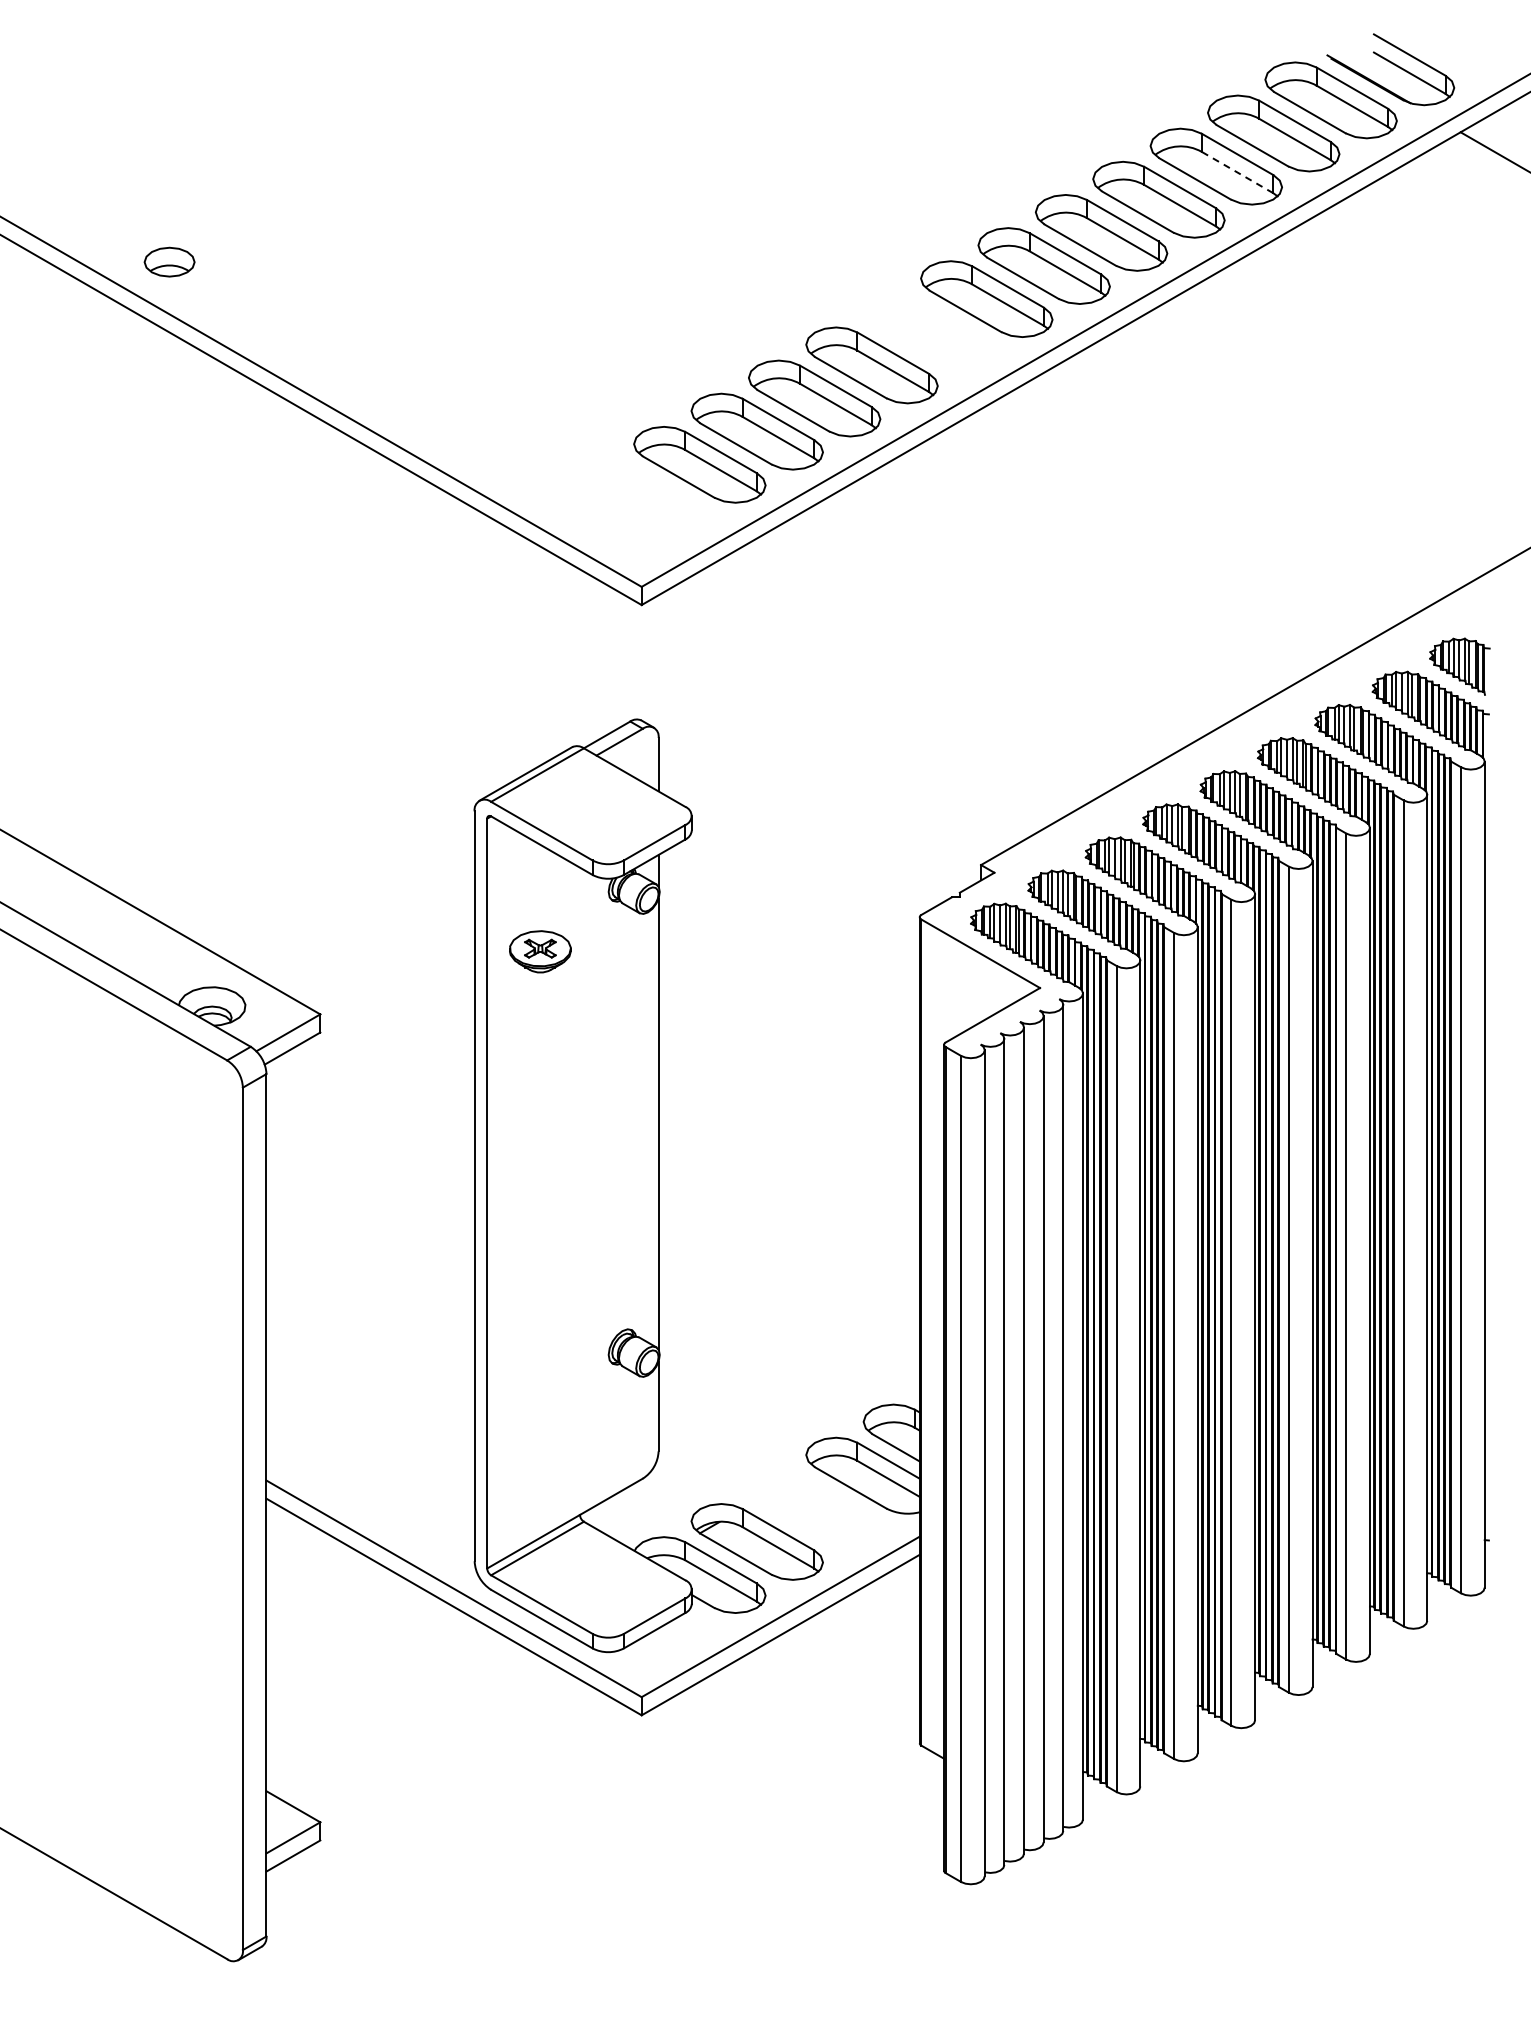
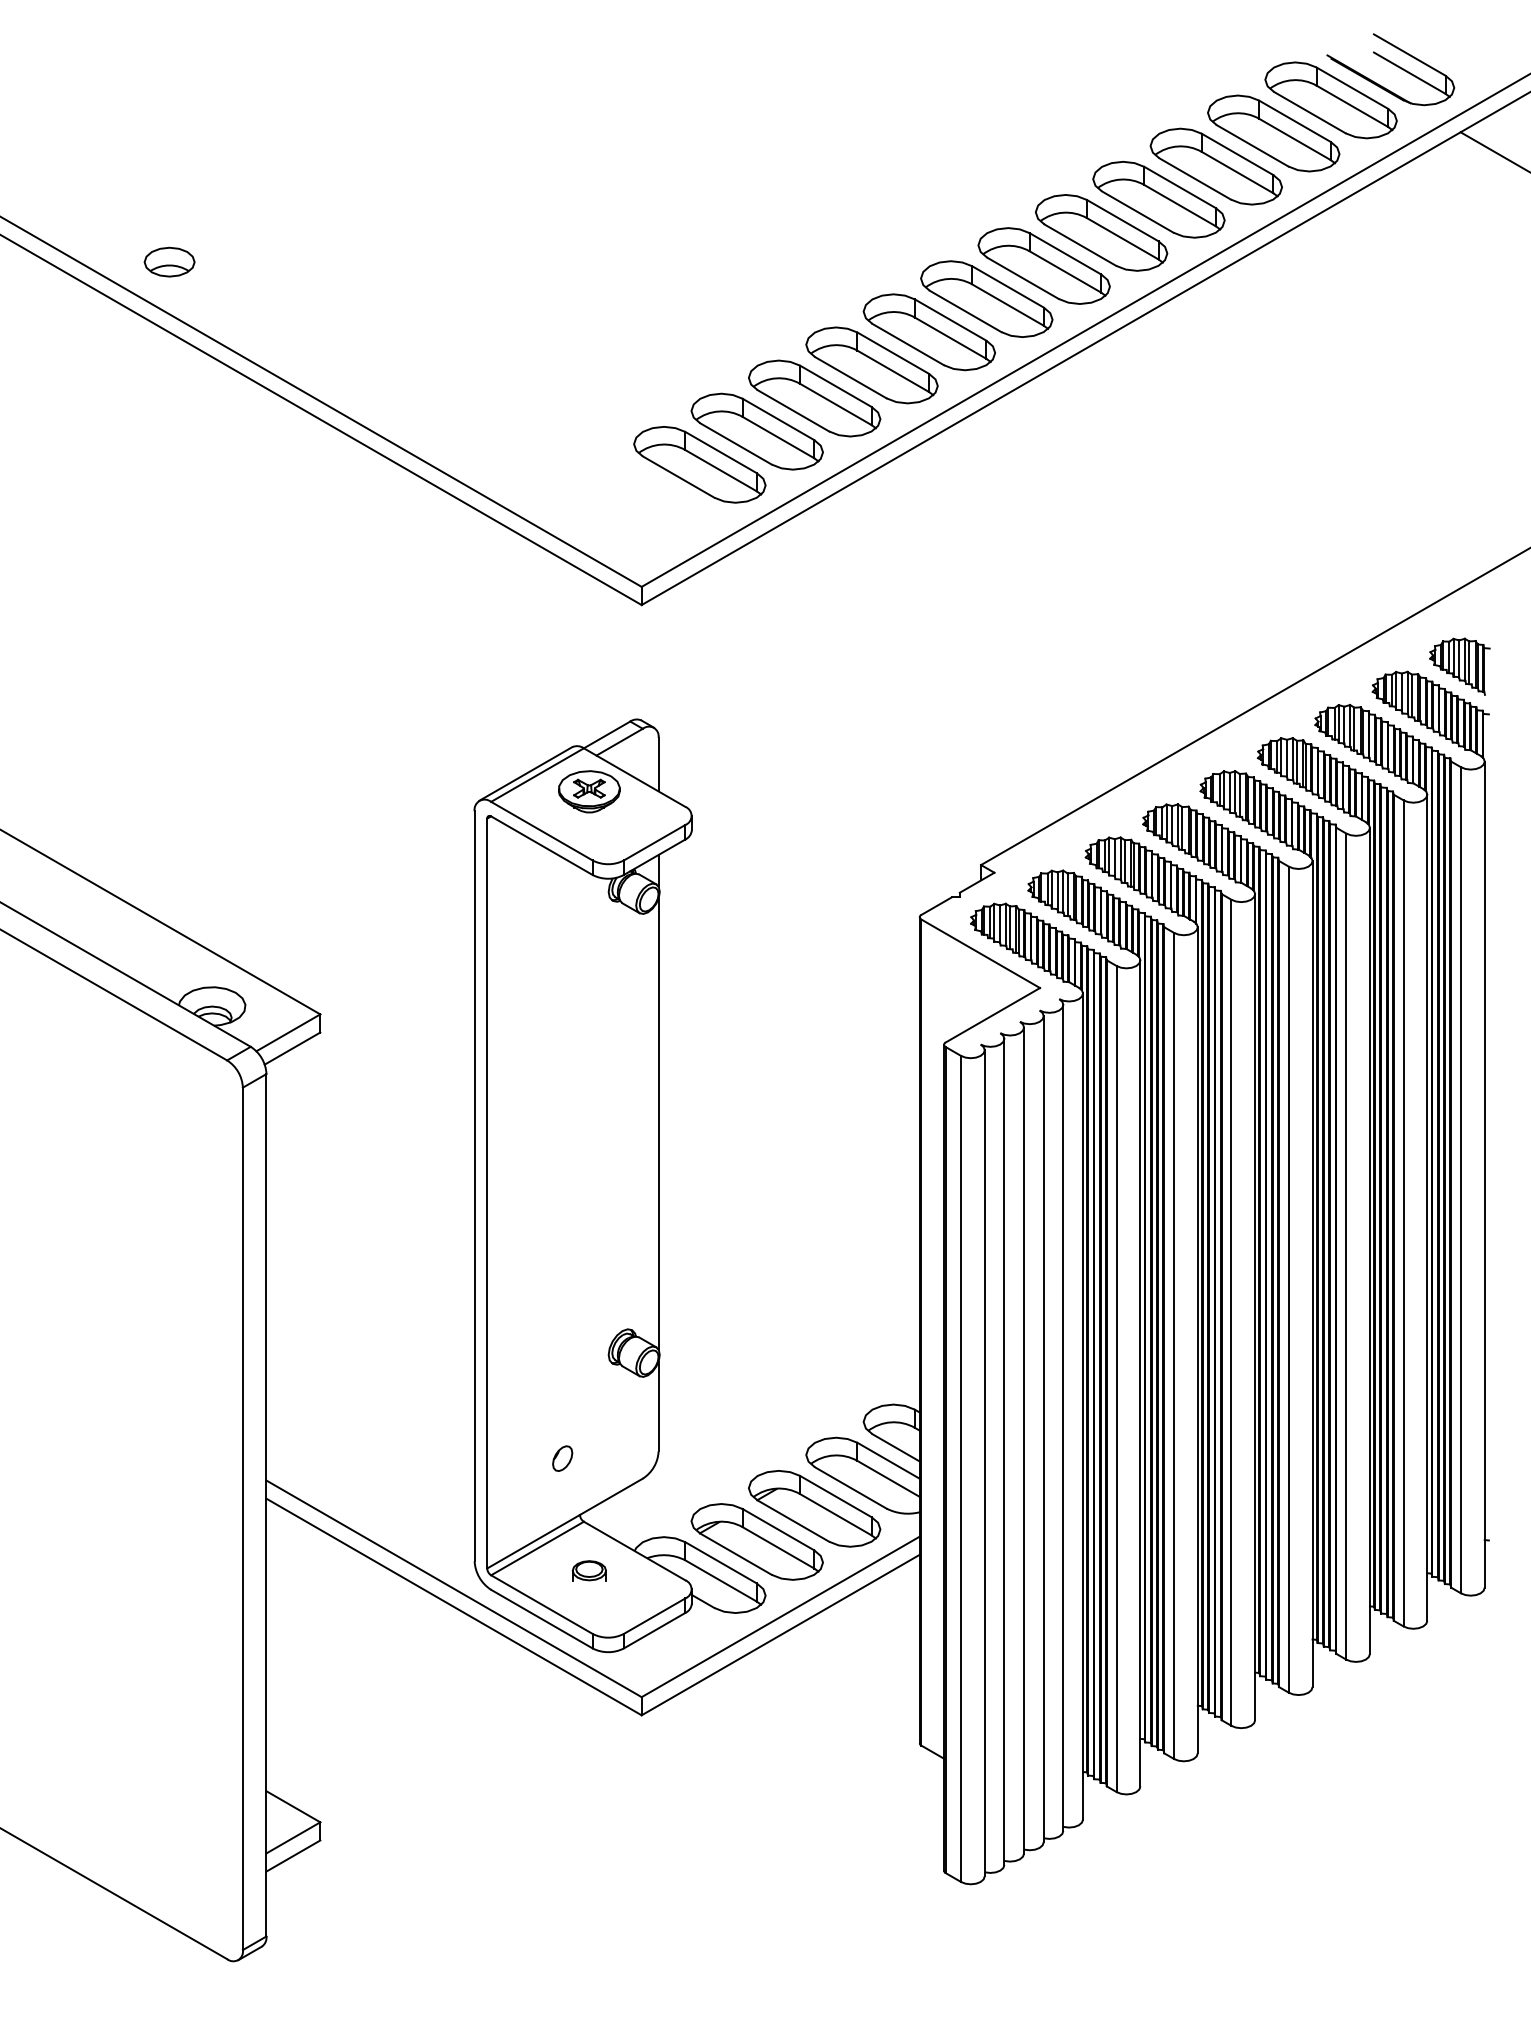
line at (1237, 172): dashed -> solid
part at (928, 332): none -> present
part at (540, 951) position: (540, 951) -> (589, 791)
part at (562, 1458): none -> present
part at (814, 1508): none -> present
part at (588, 1570): none -> present
